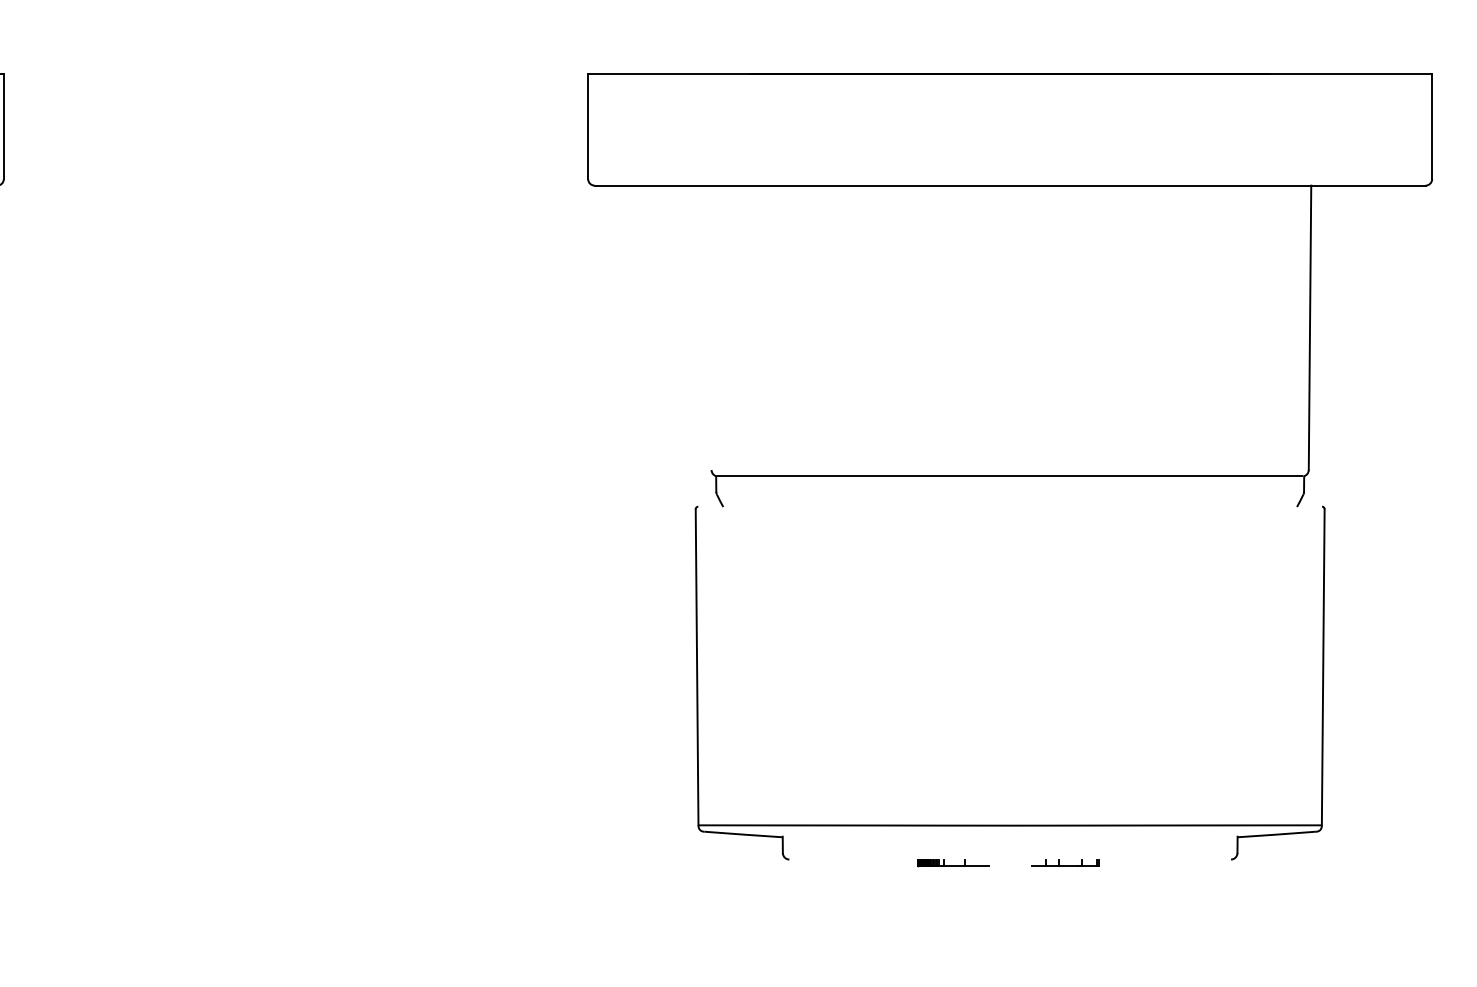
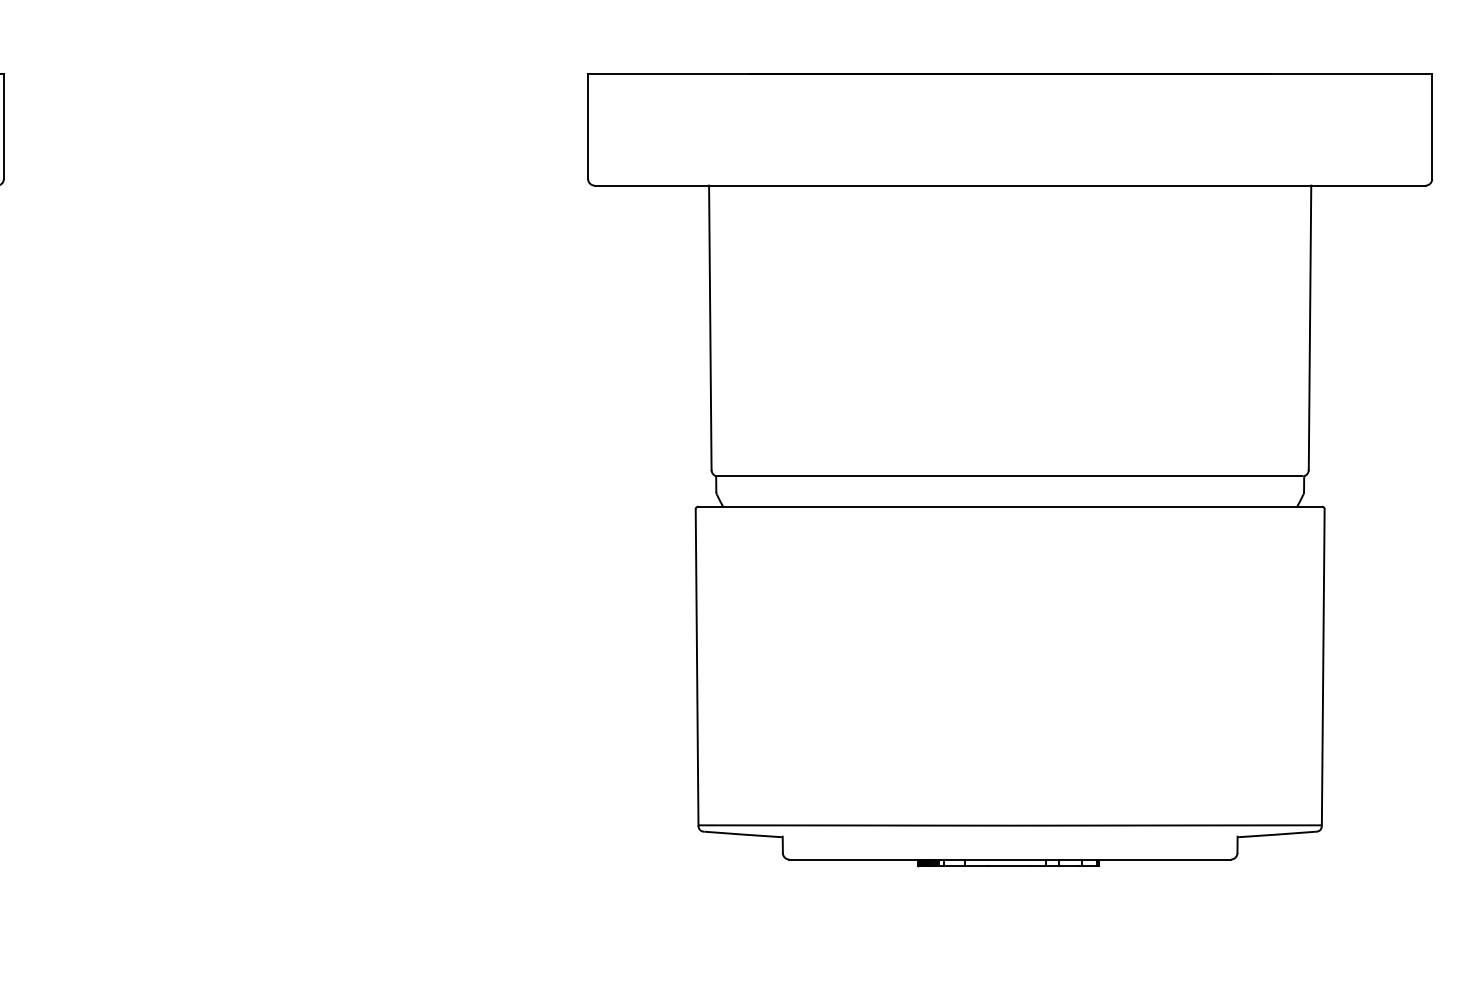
line at (710, 327): none -> present
line at (1010, 506): none -> present
line at (1009, 859): none -> present
line at (1009, 866): none -> present
